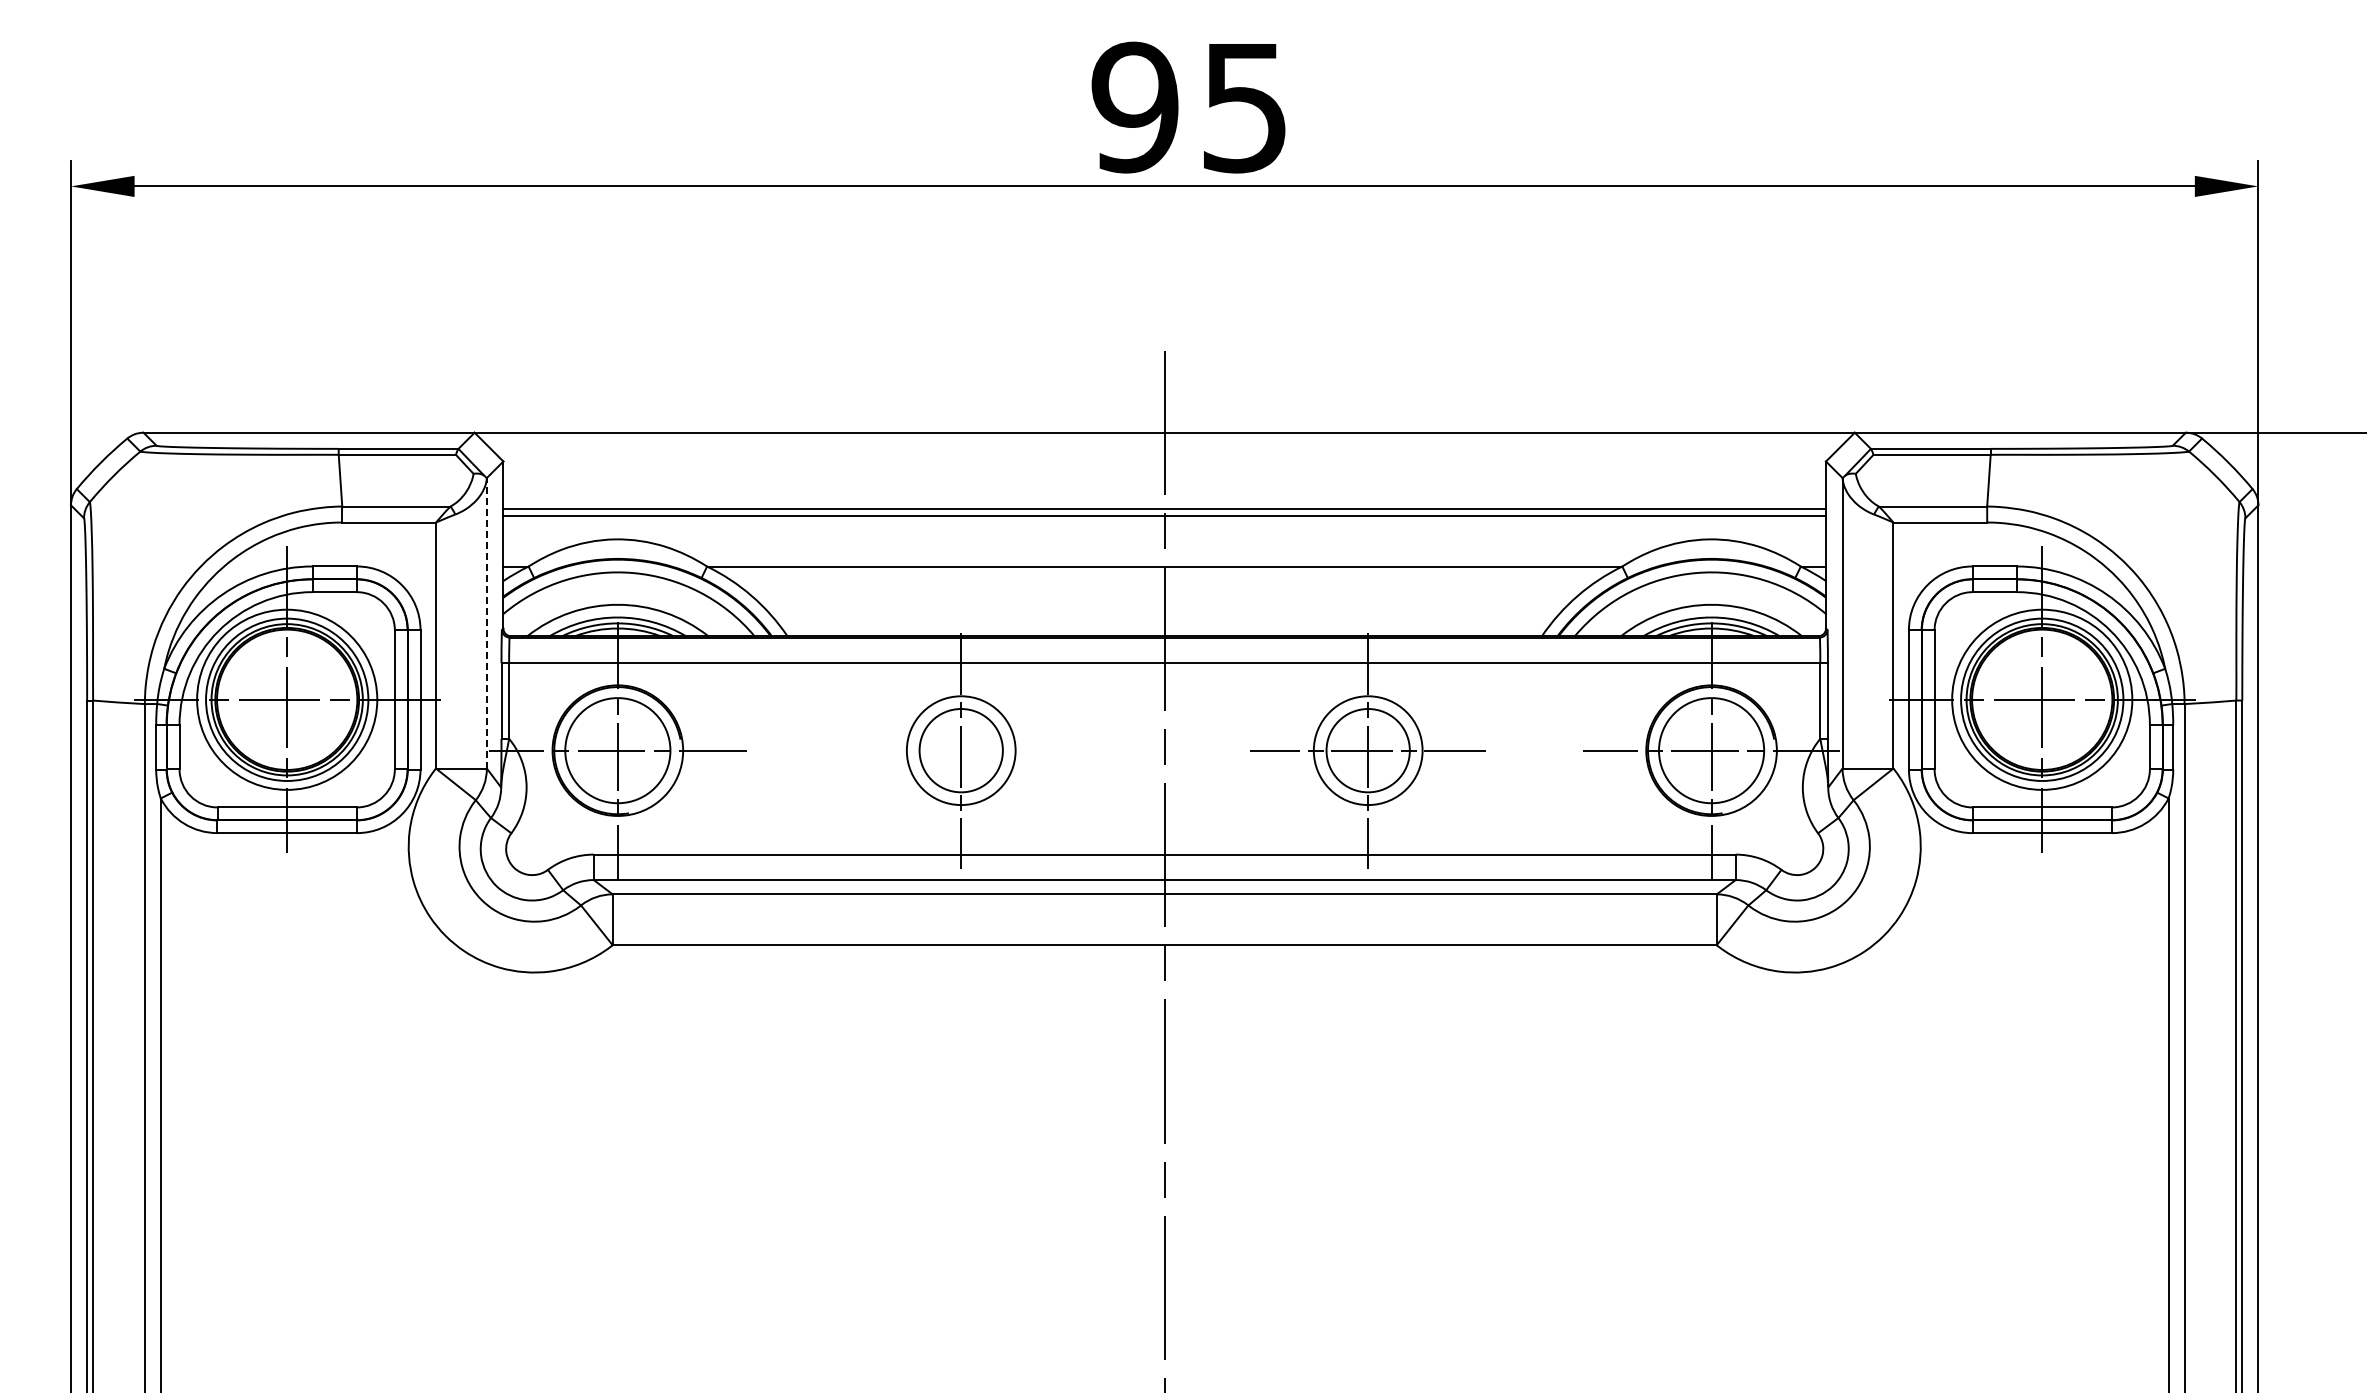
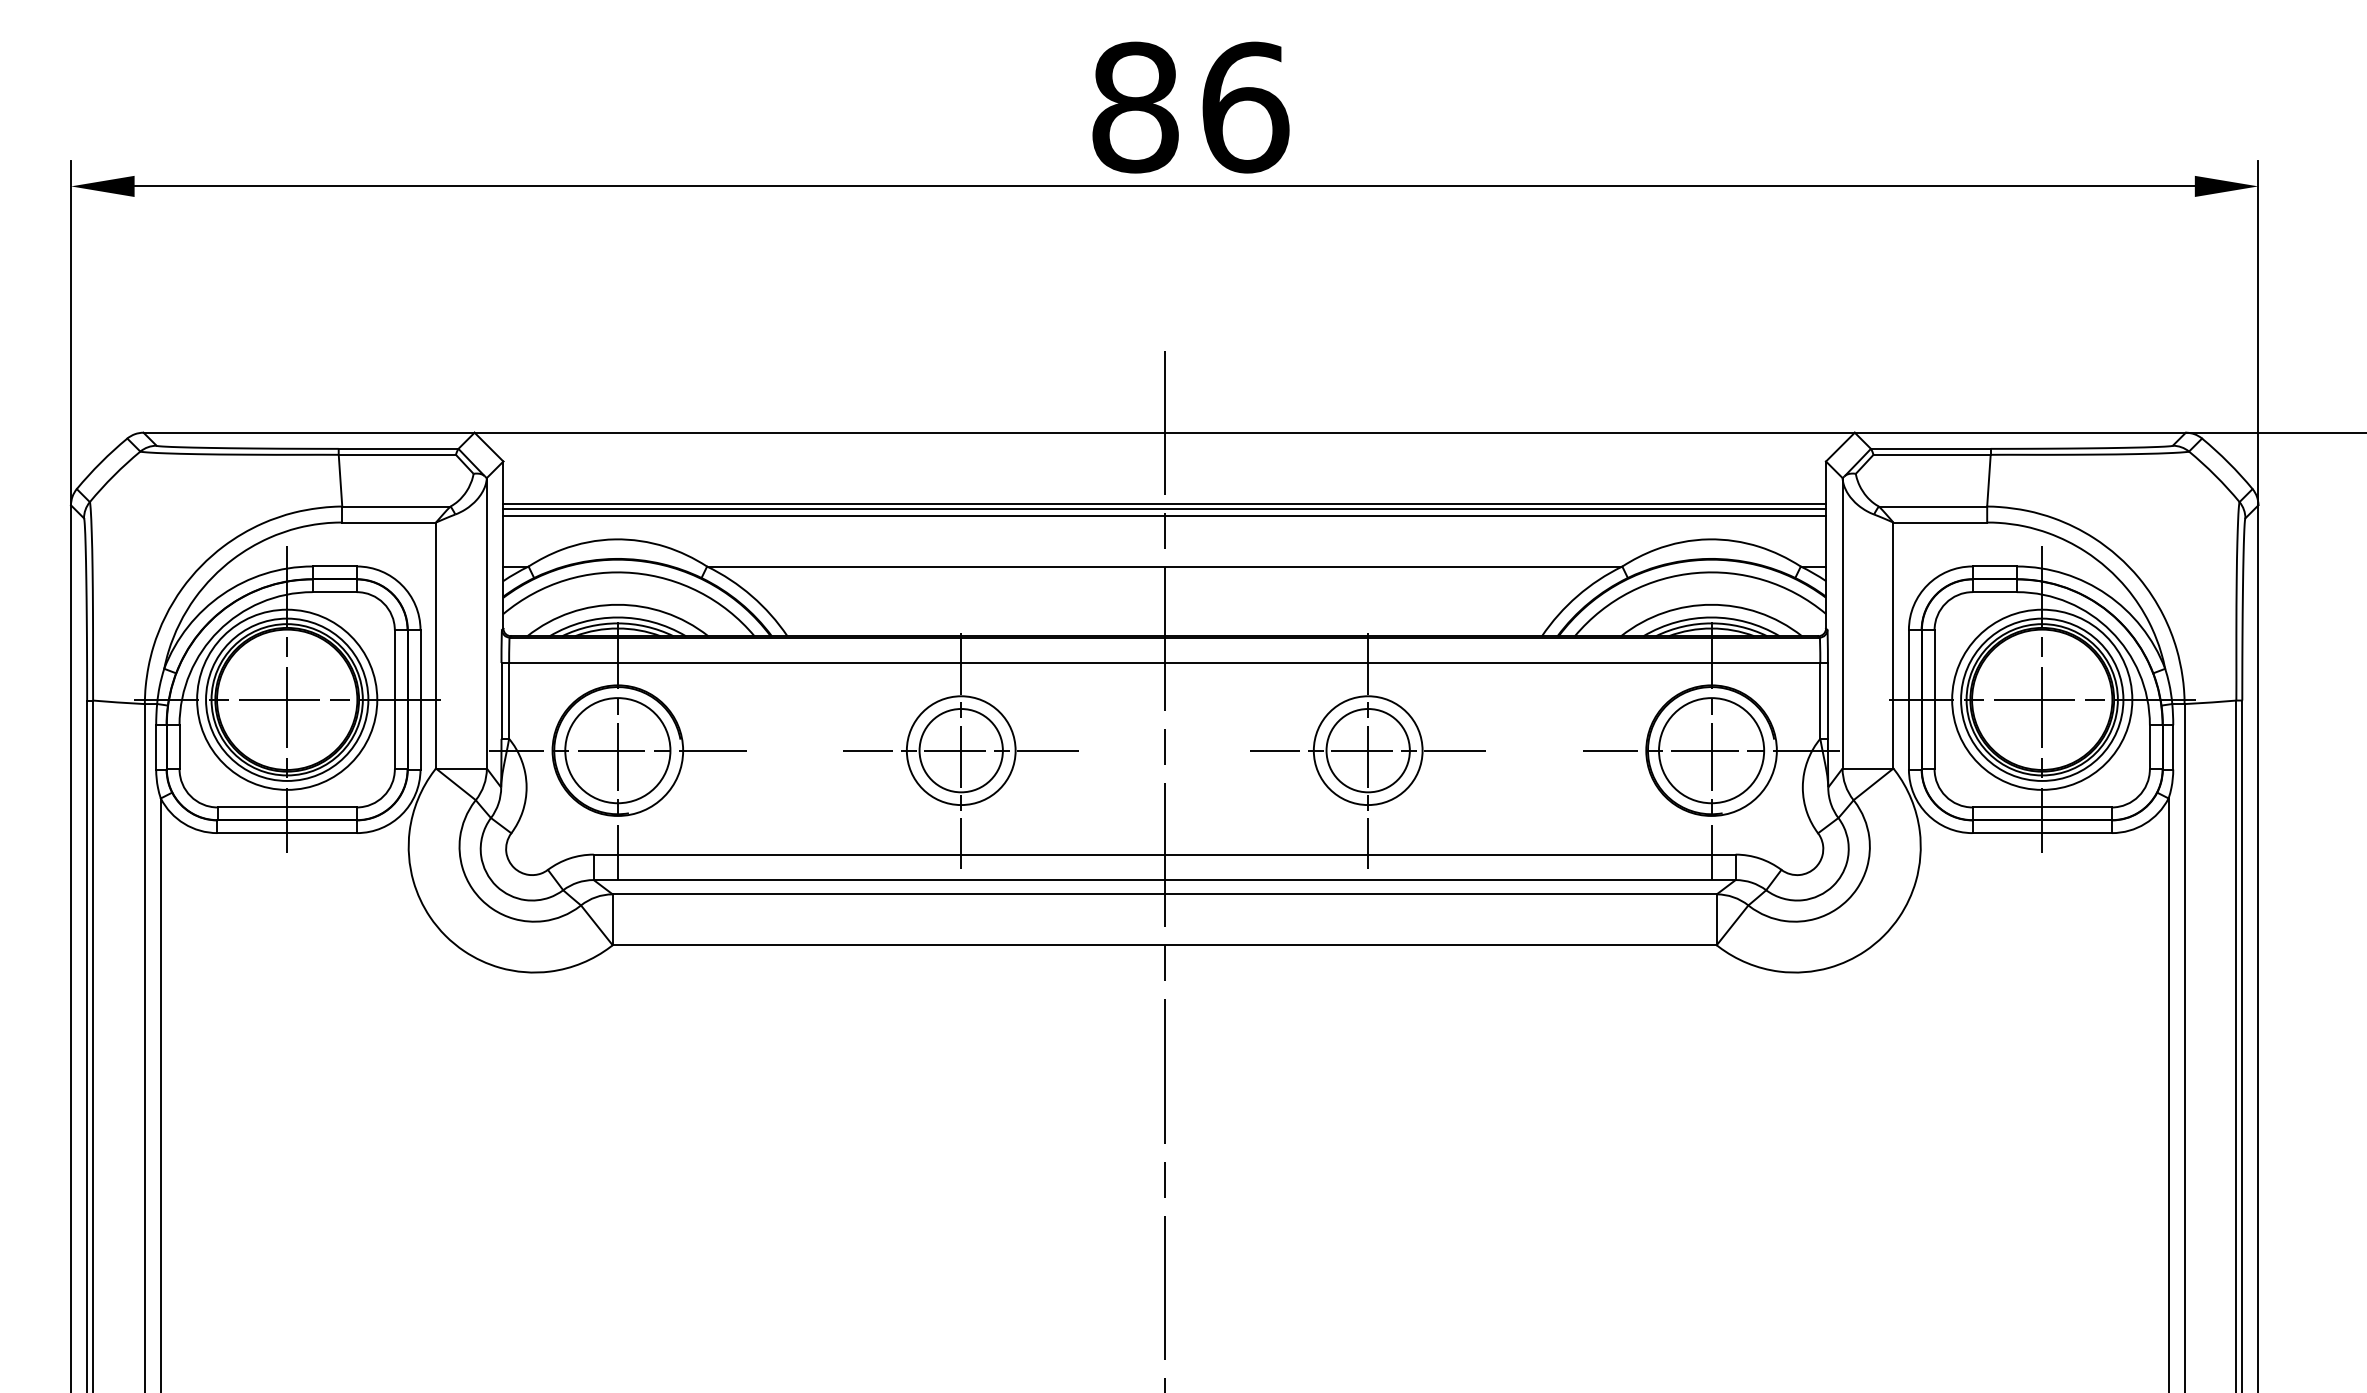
text at (1190, 107): 95 -> 86
line at (1164, 504): none -> present
line at (486, 622): dashed -> solid
line at (961, 750): none -> present
